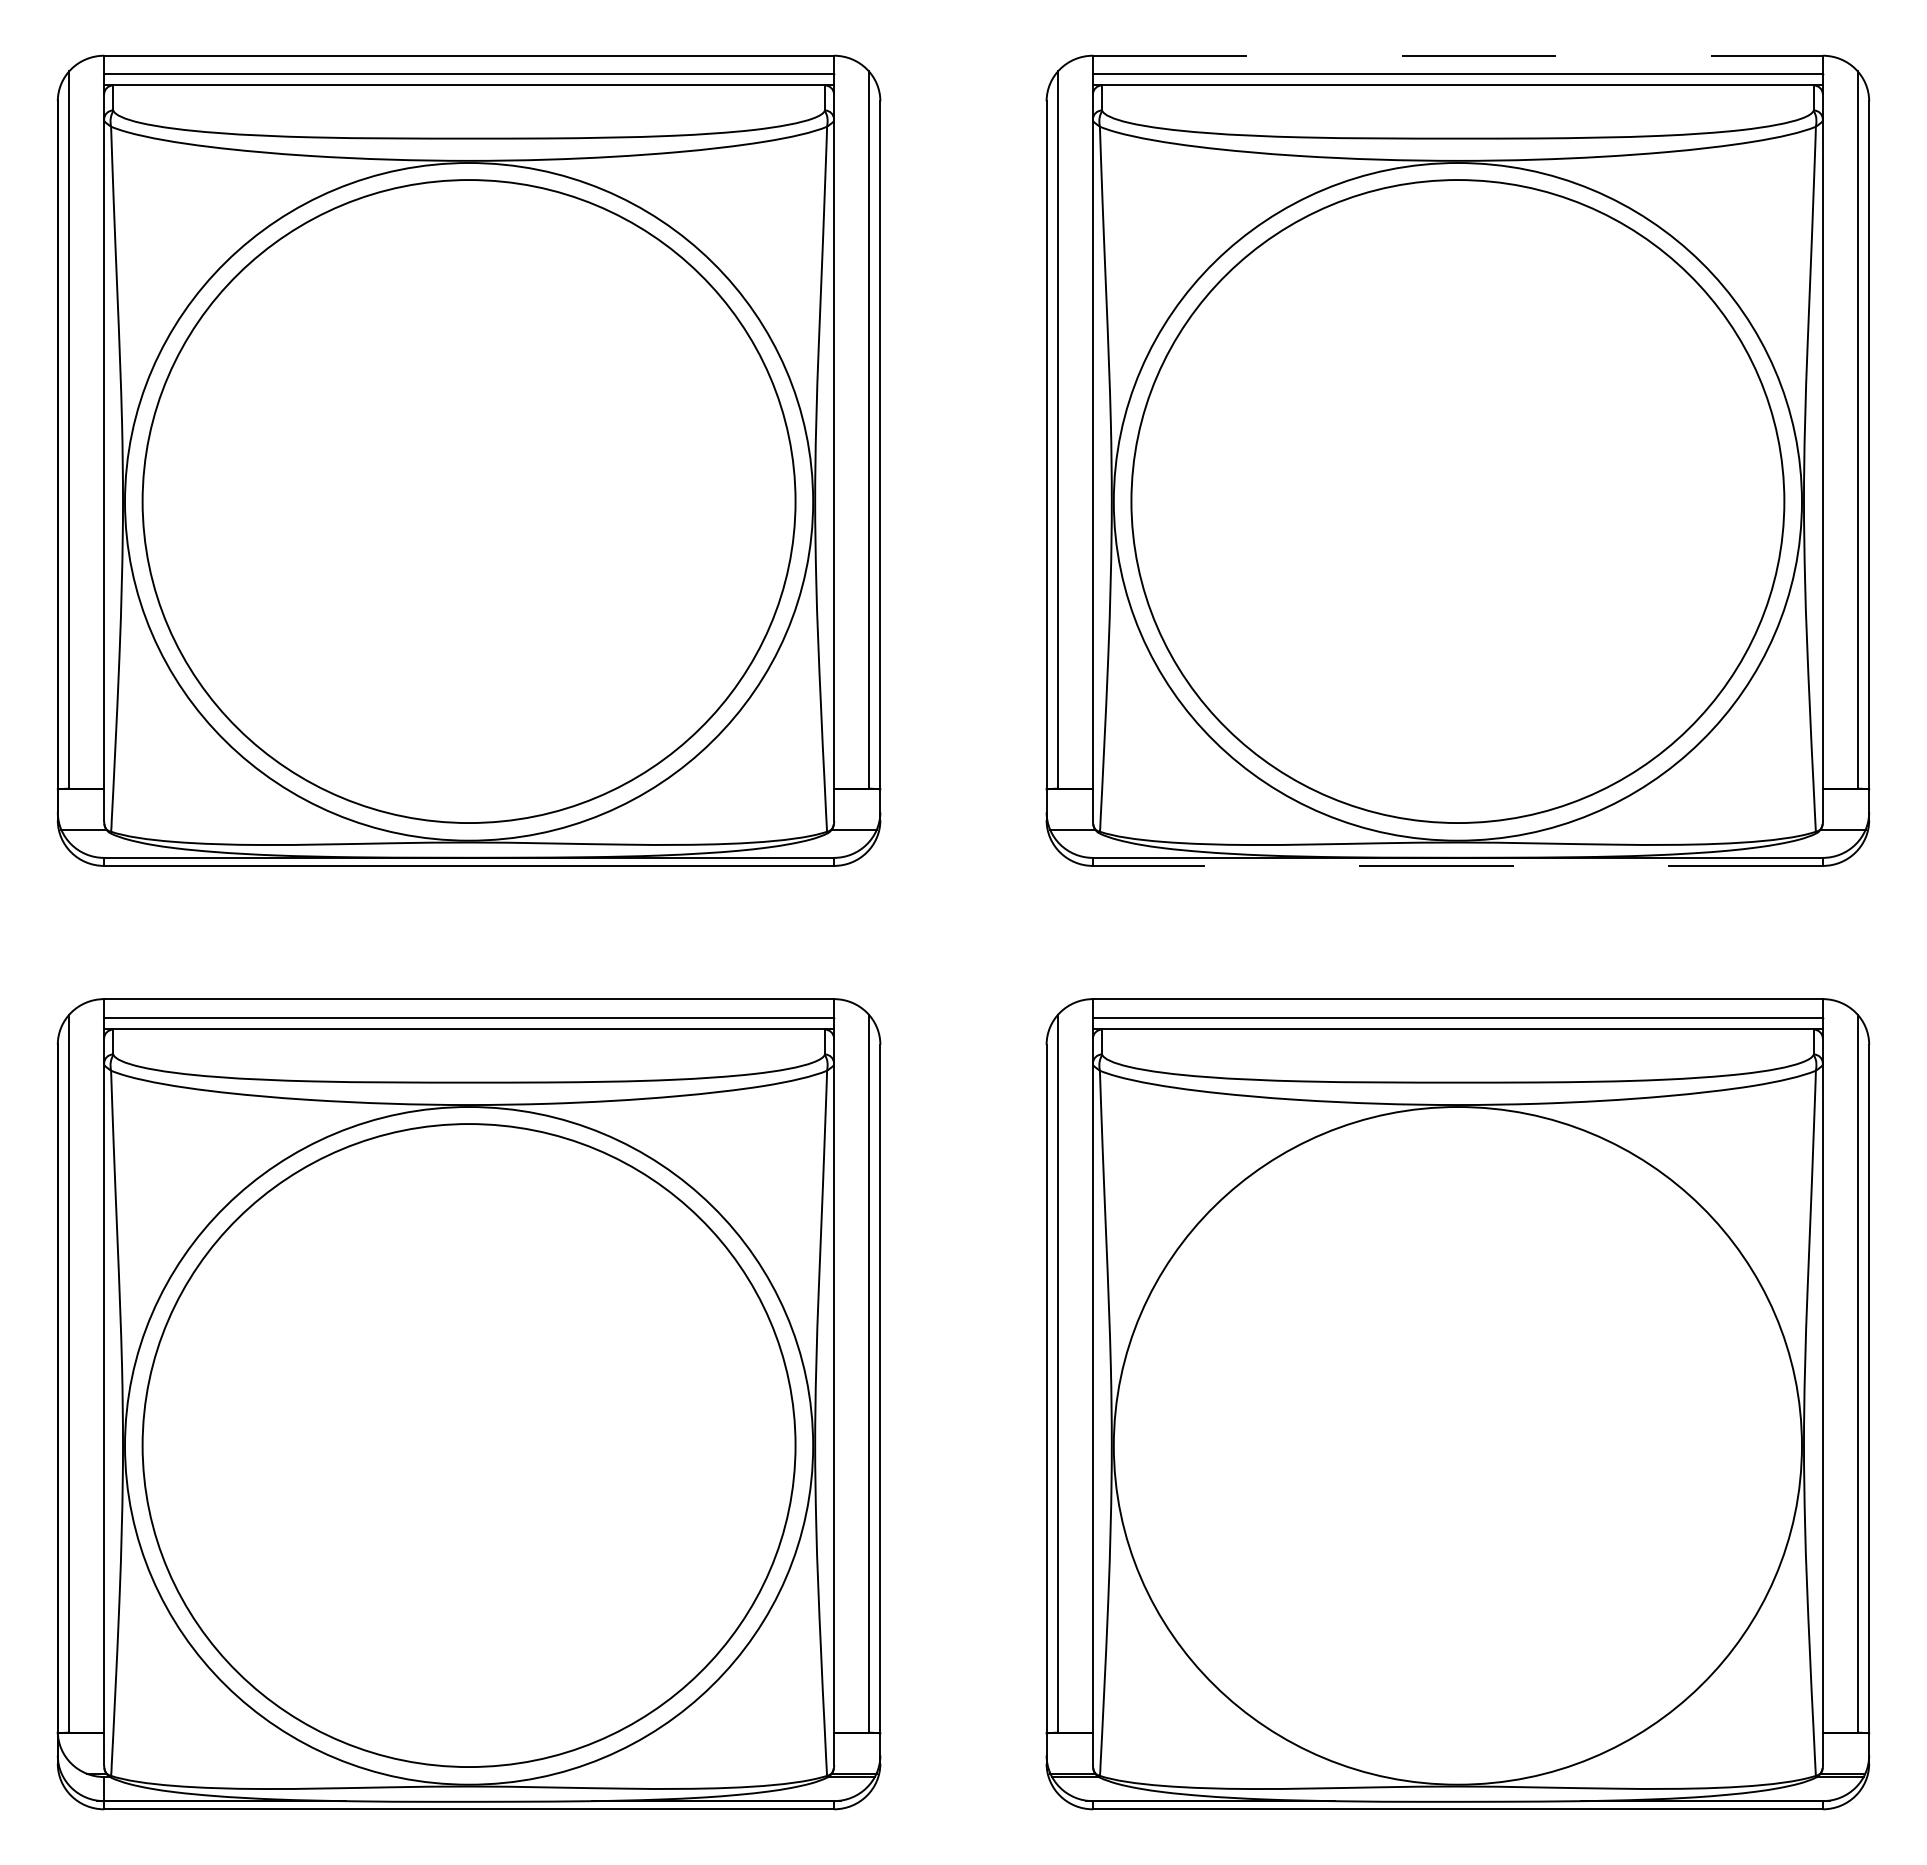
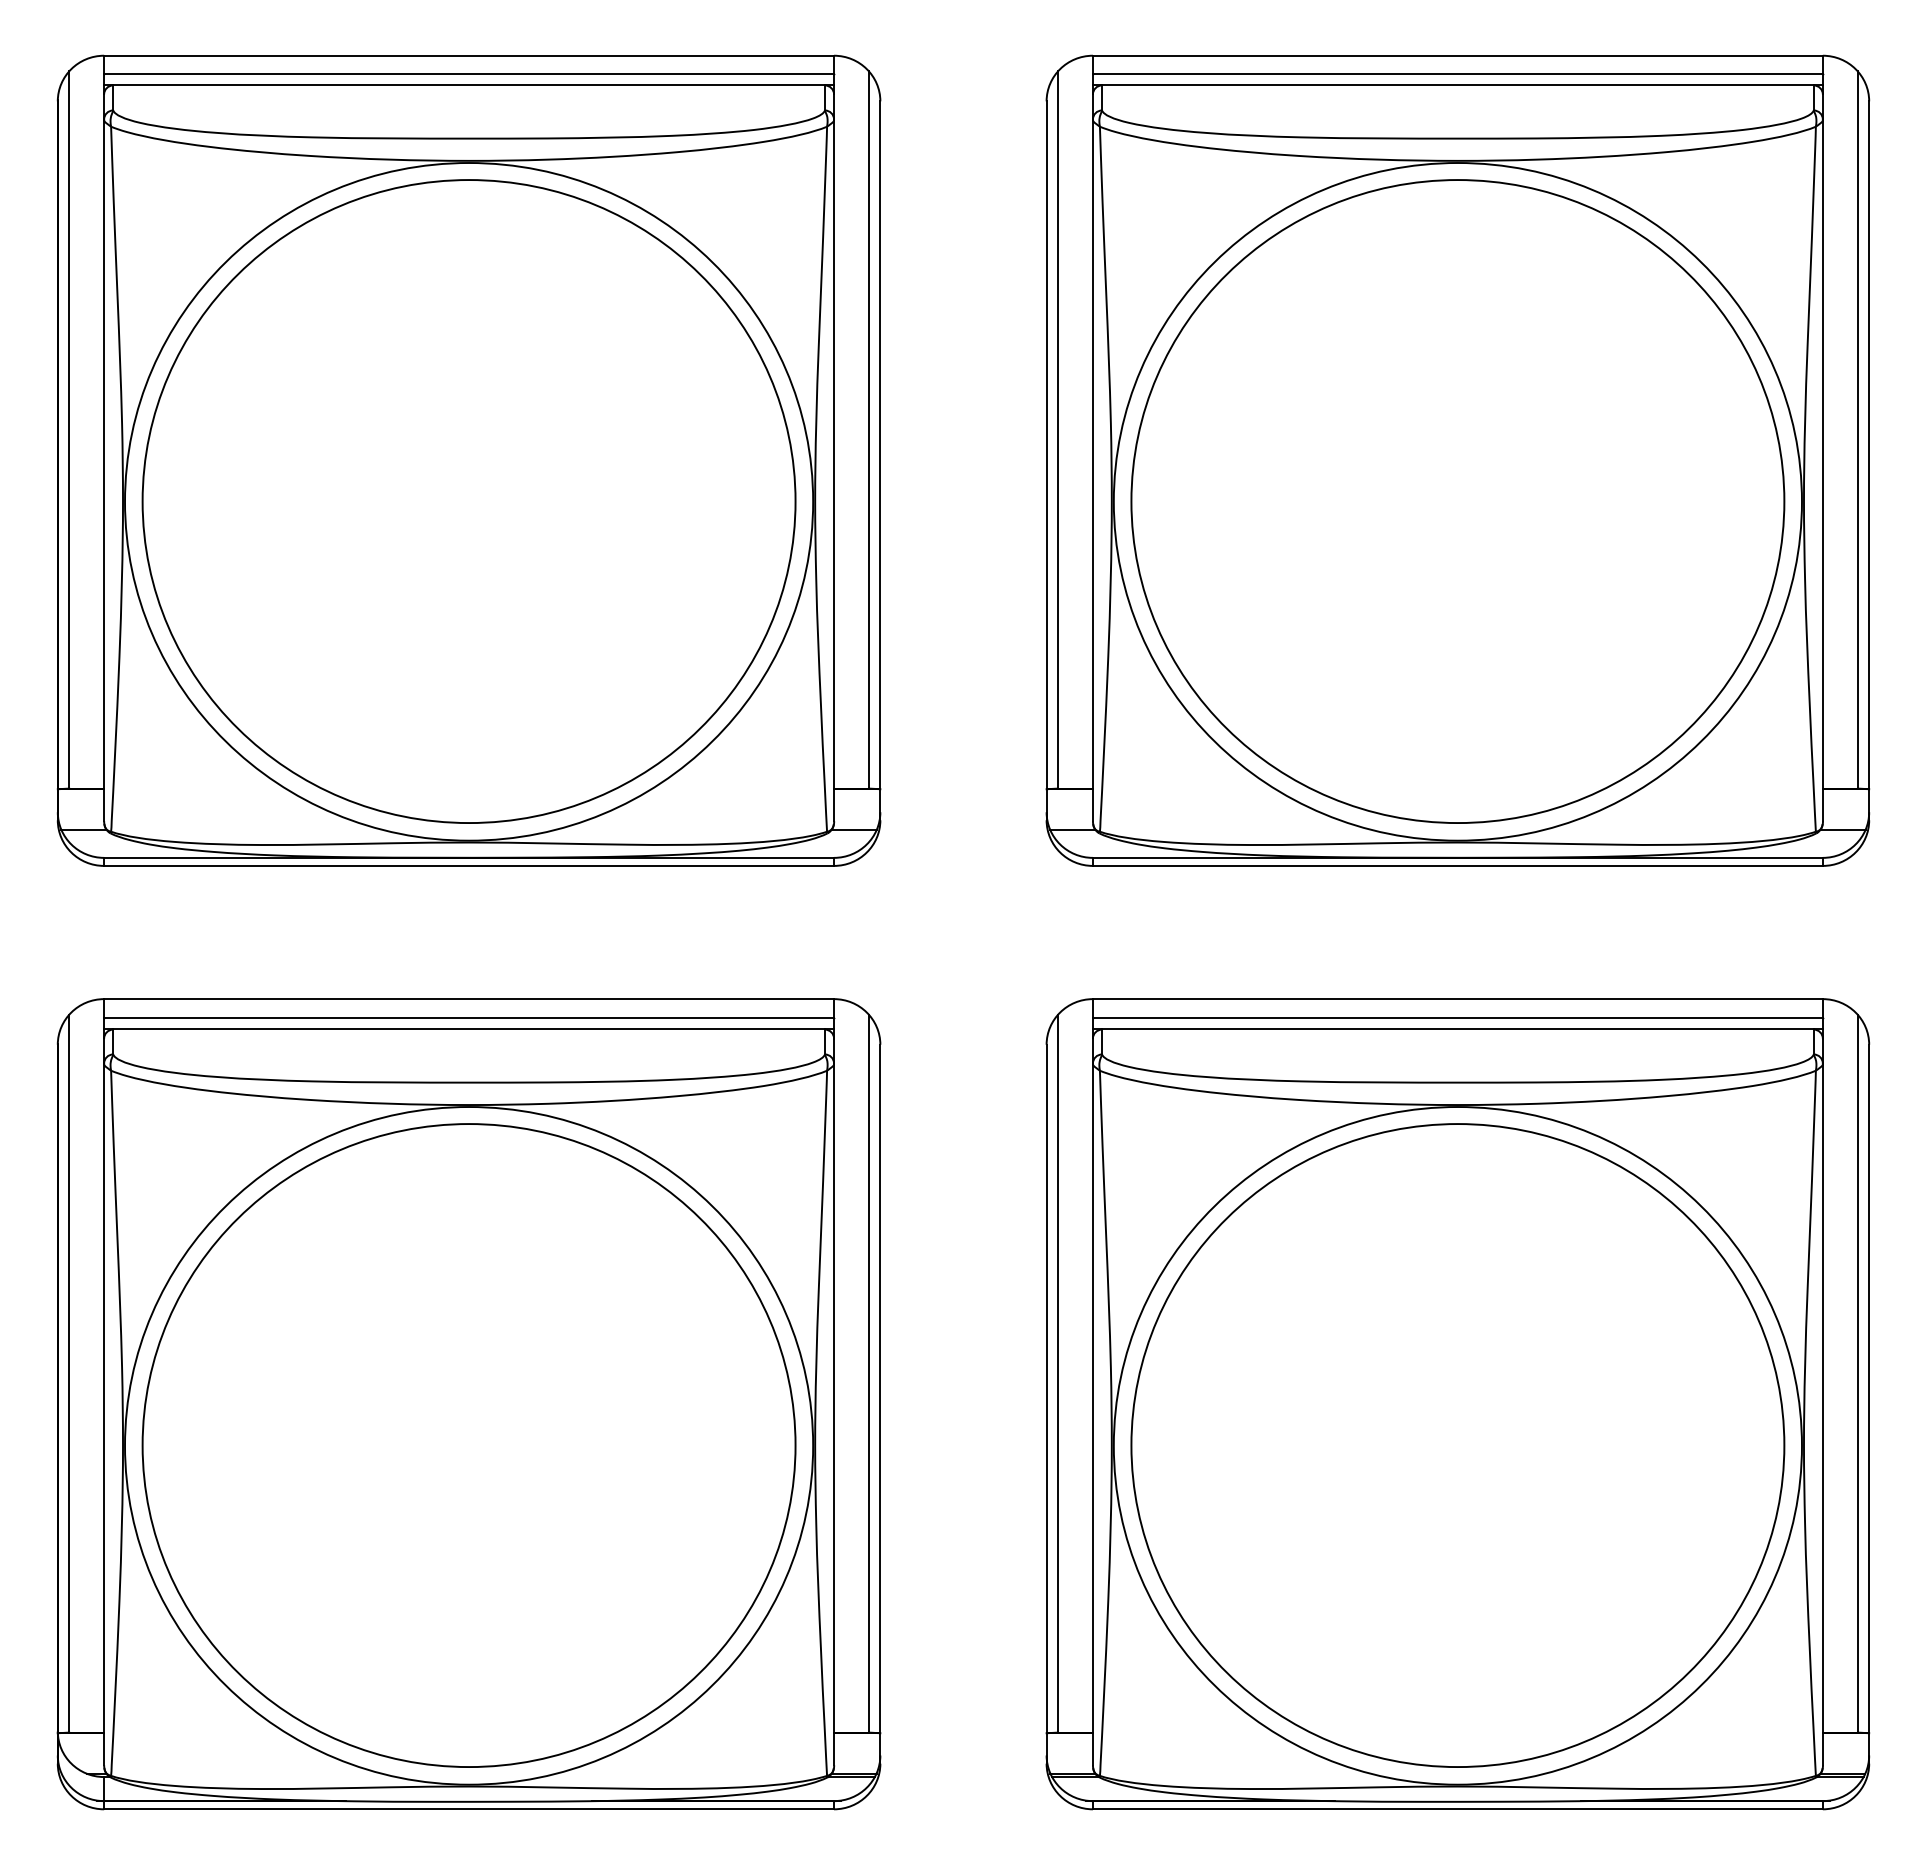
line at (1457, 55): dashed -> solid
line at (1457, 865): dashed -> solid
part at (1457, 1445): none -> present
